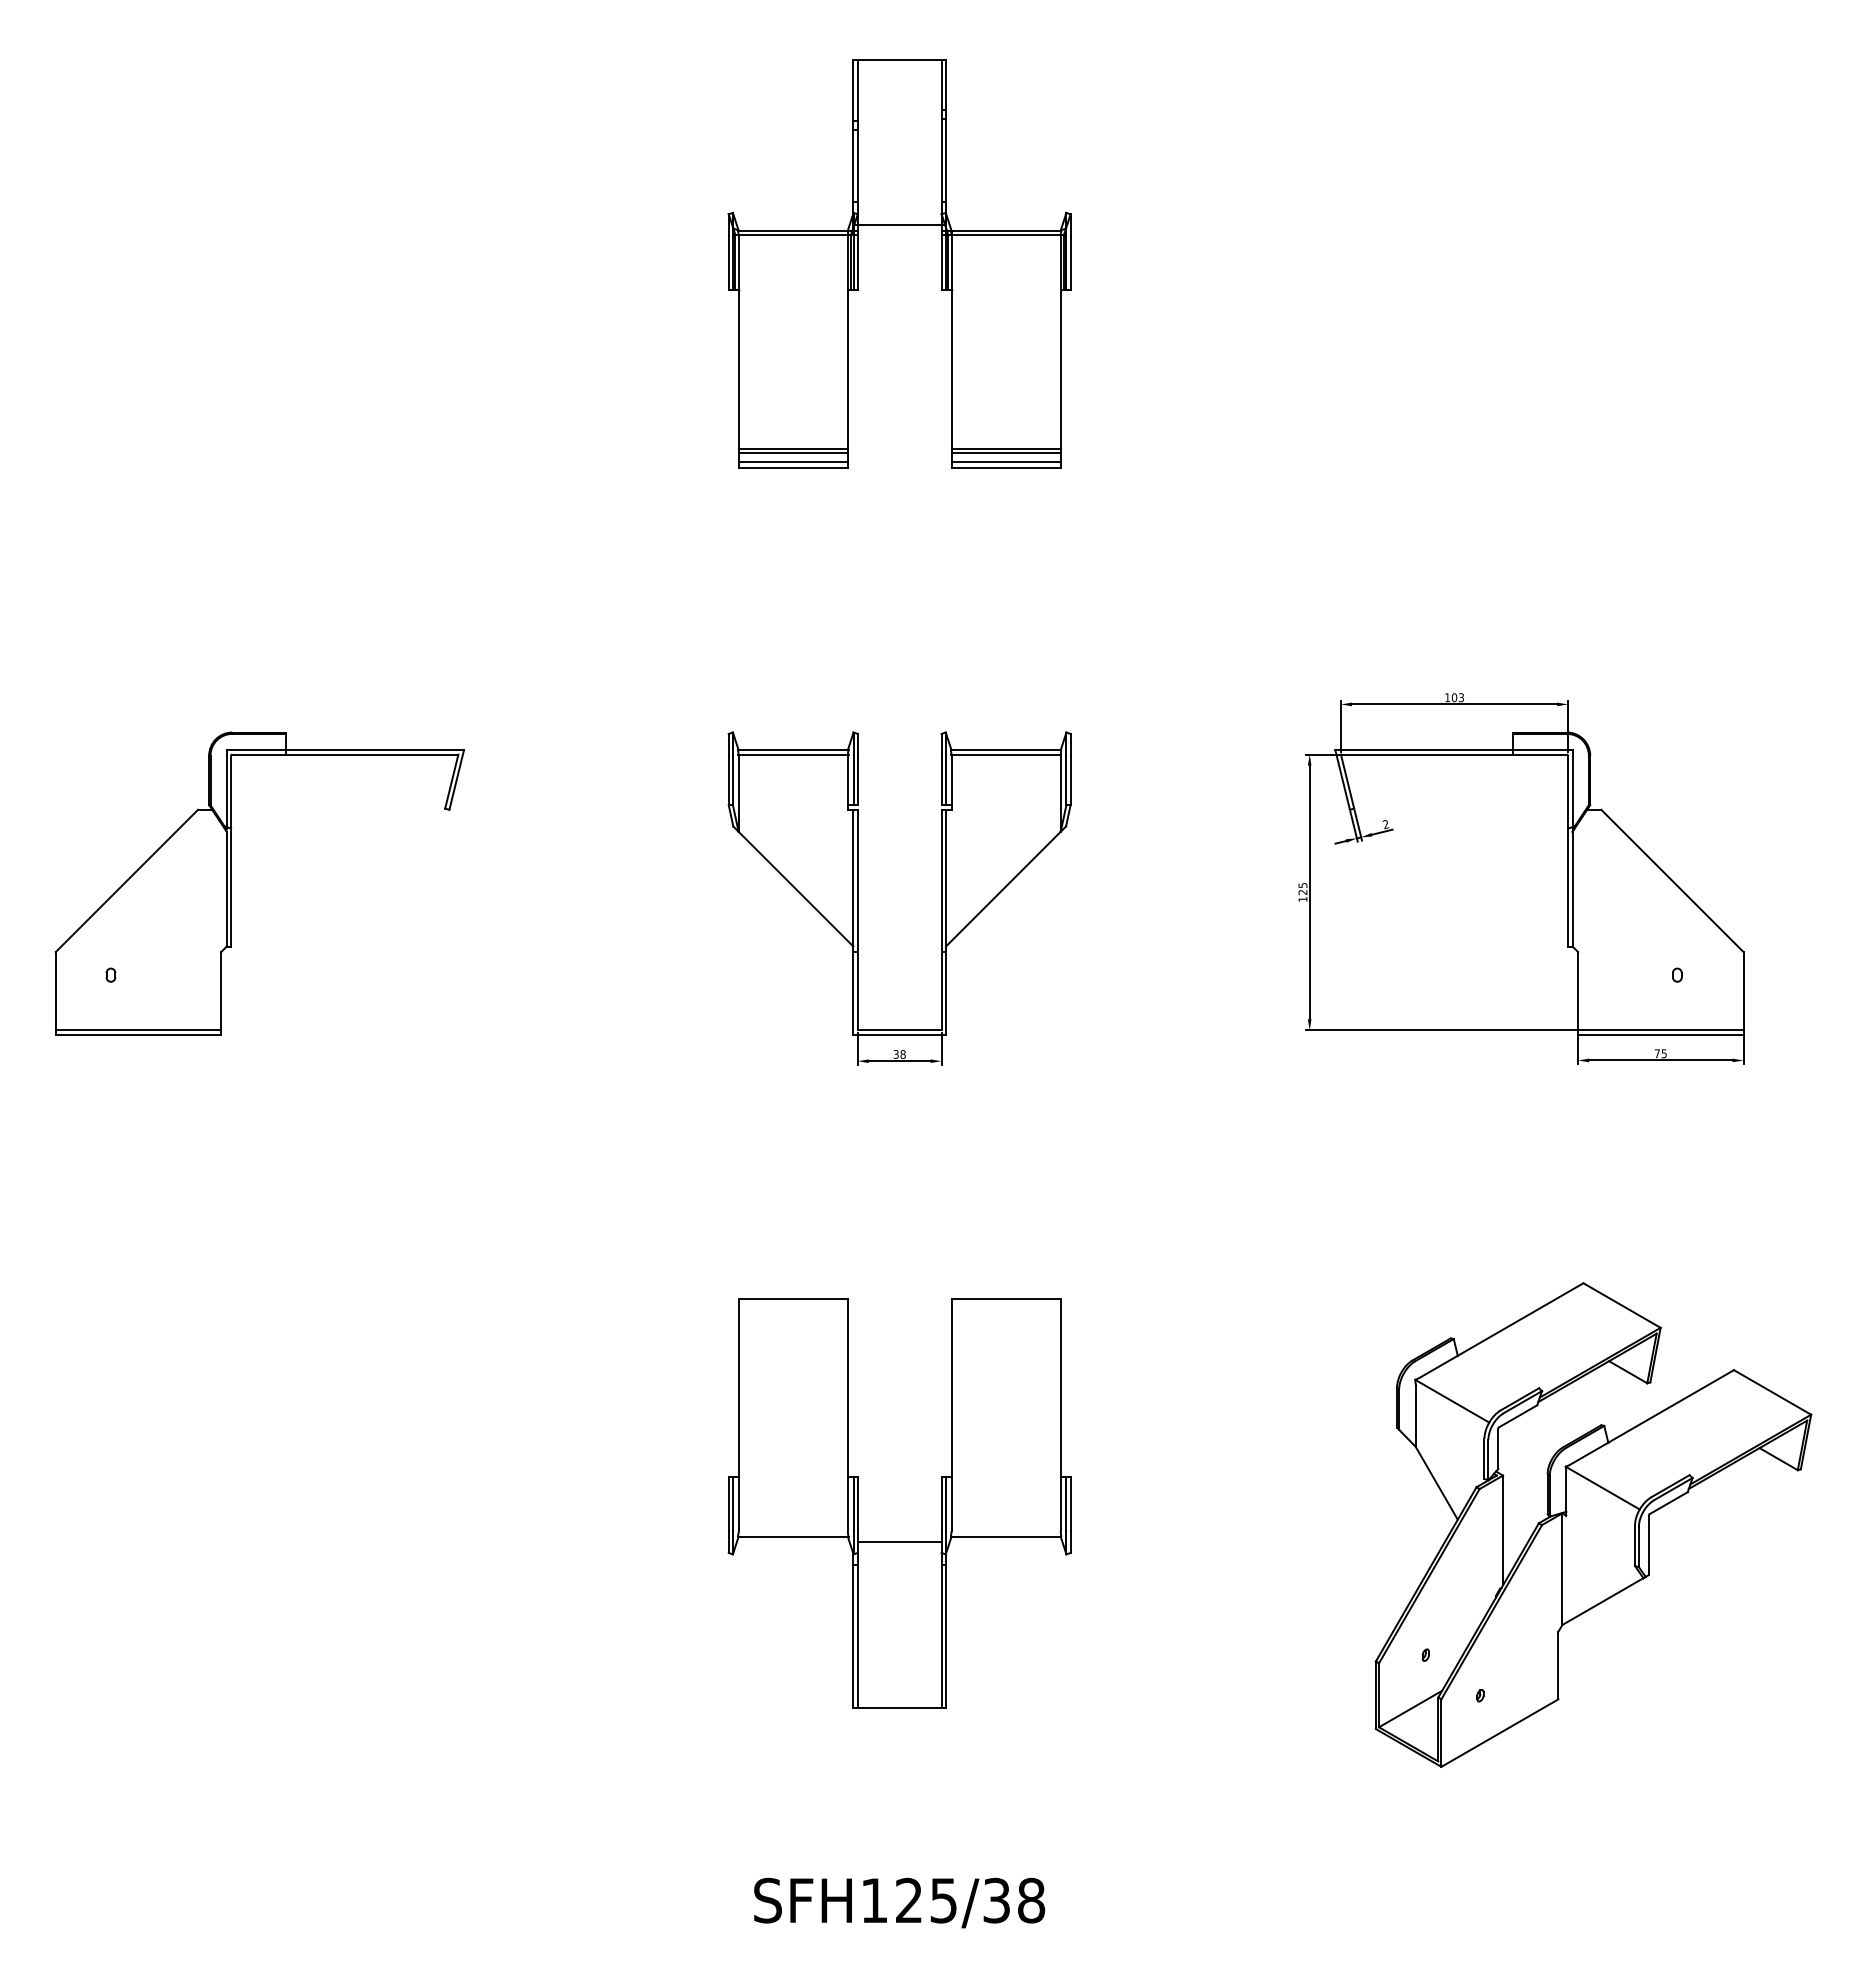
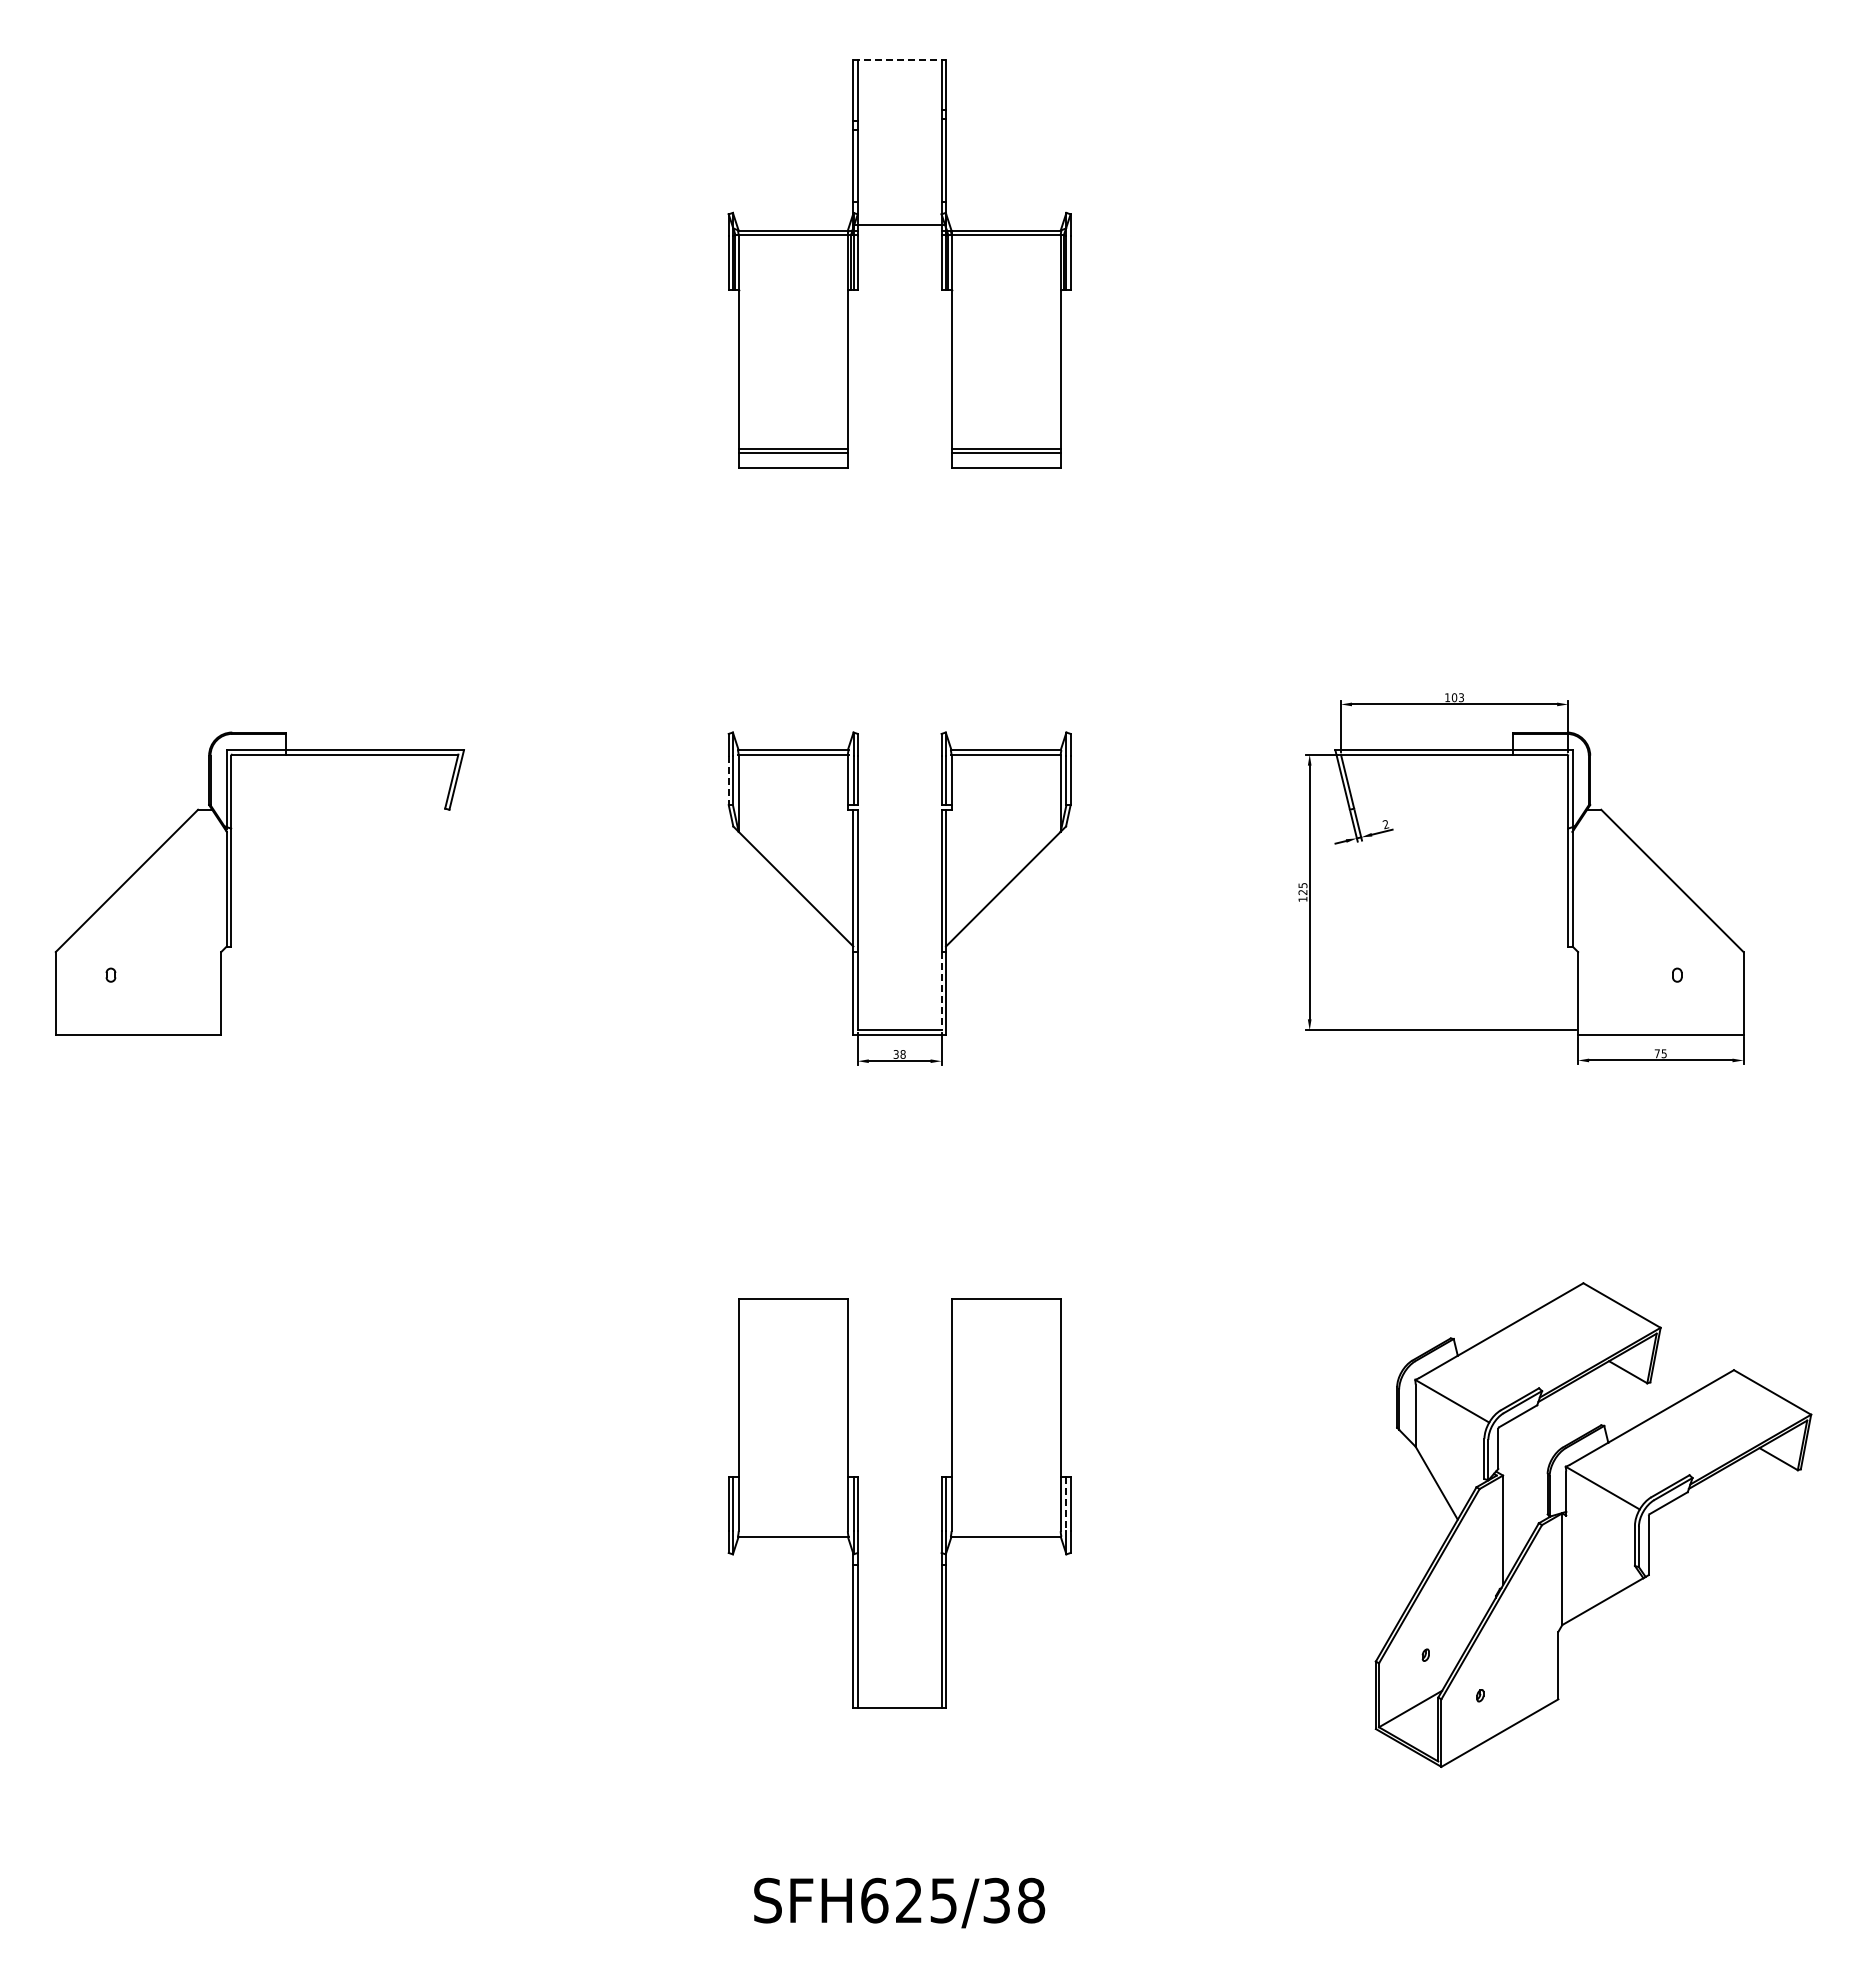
line at (900, 59): solid -> dashed
line at (792, 462): present -> none
line at (1005, 462): present -> none
line at (728, 780): solid -> dashed
line at (941, 991): solid -> dashed
line at (138, 1030): present -> none
line at (1660, 1030): present -> none
line at (1066, 1504): solid -> dashed
line at (899, 1542): present -> none
text at (874, 1900): SFH125/38 -> SFH625/38
